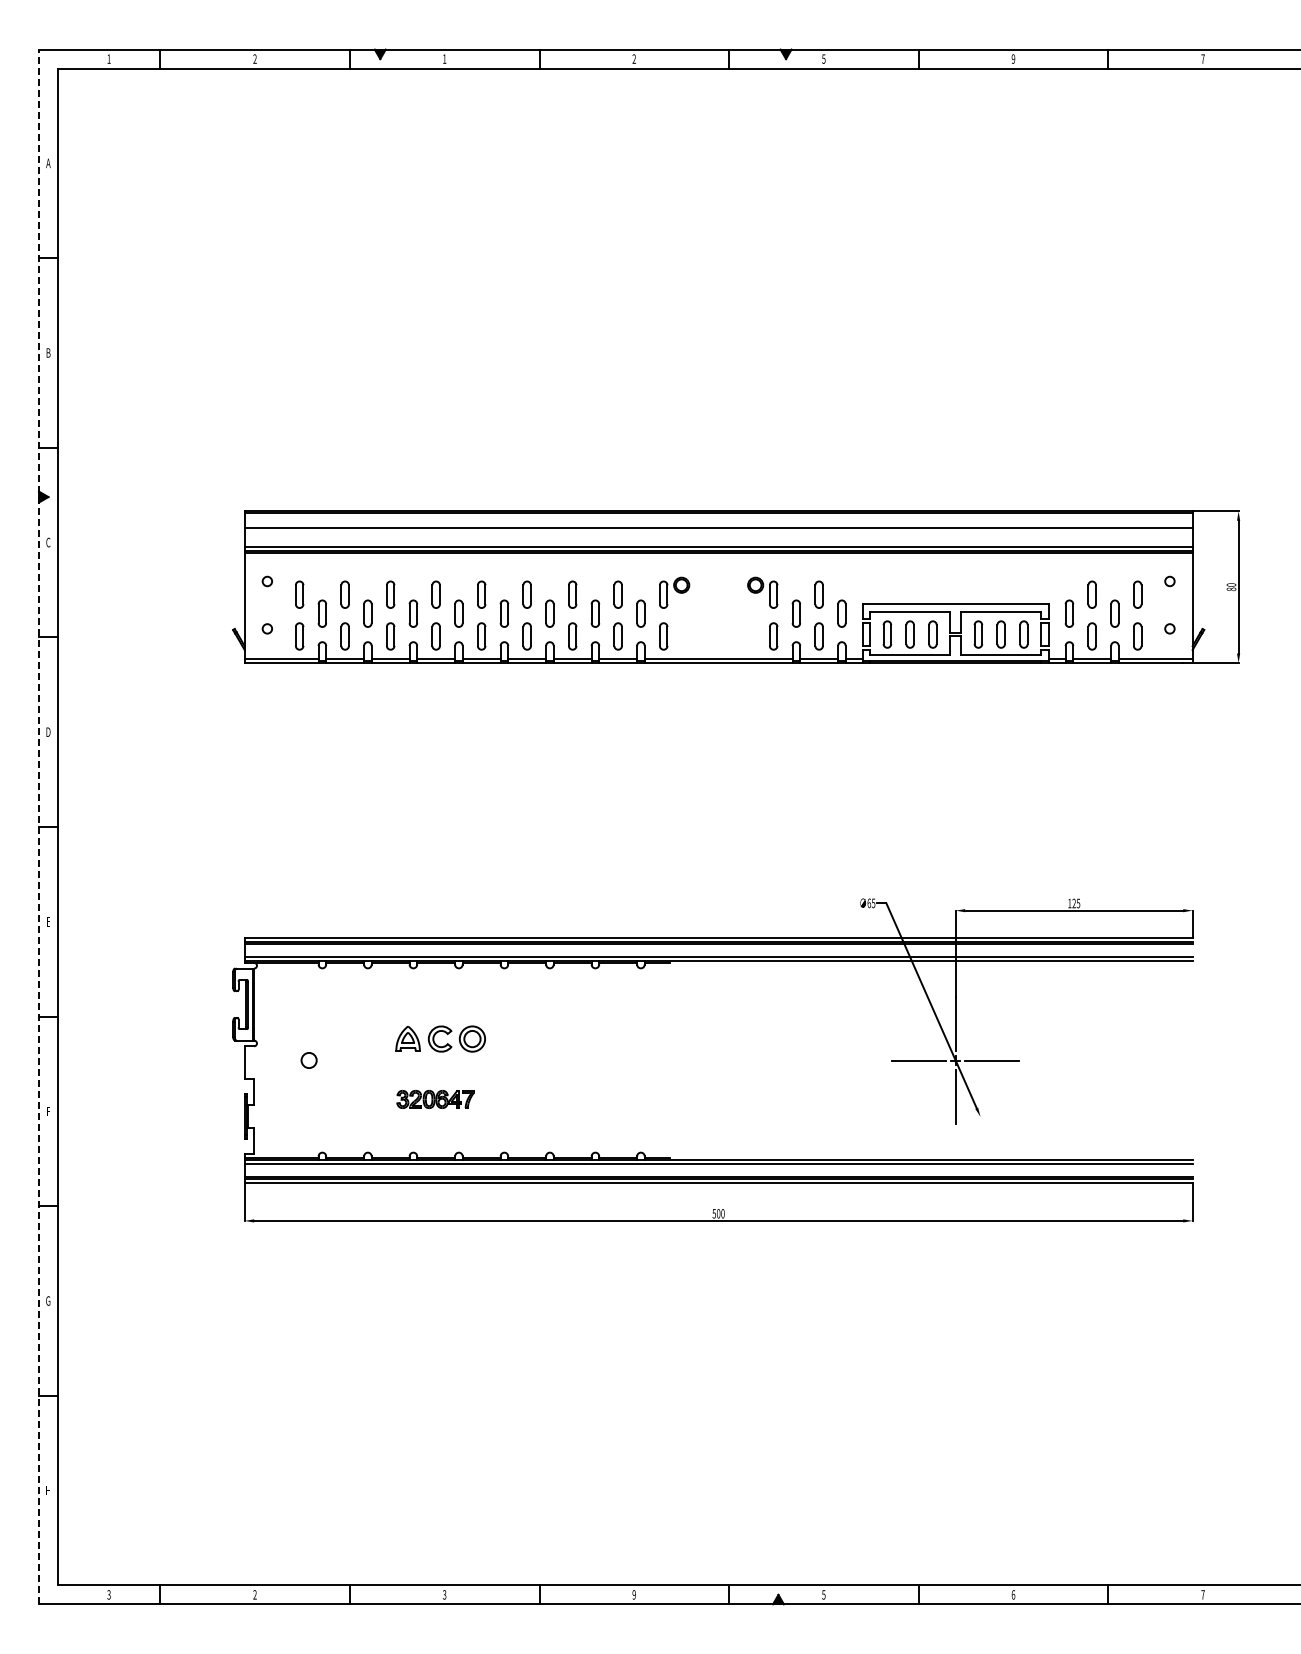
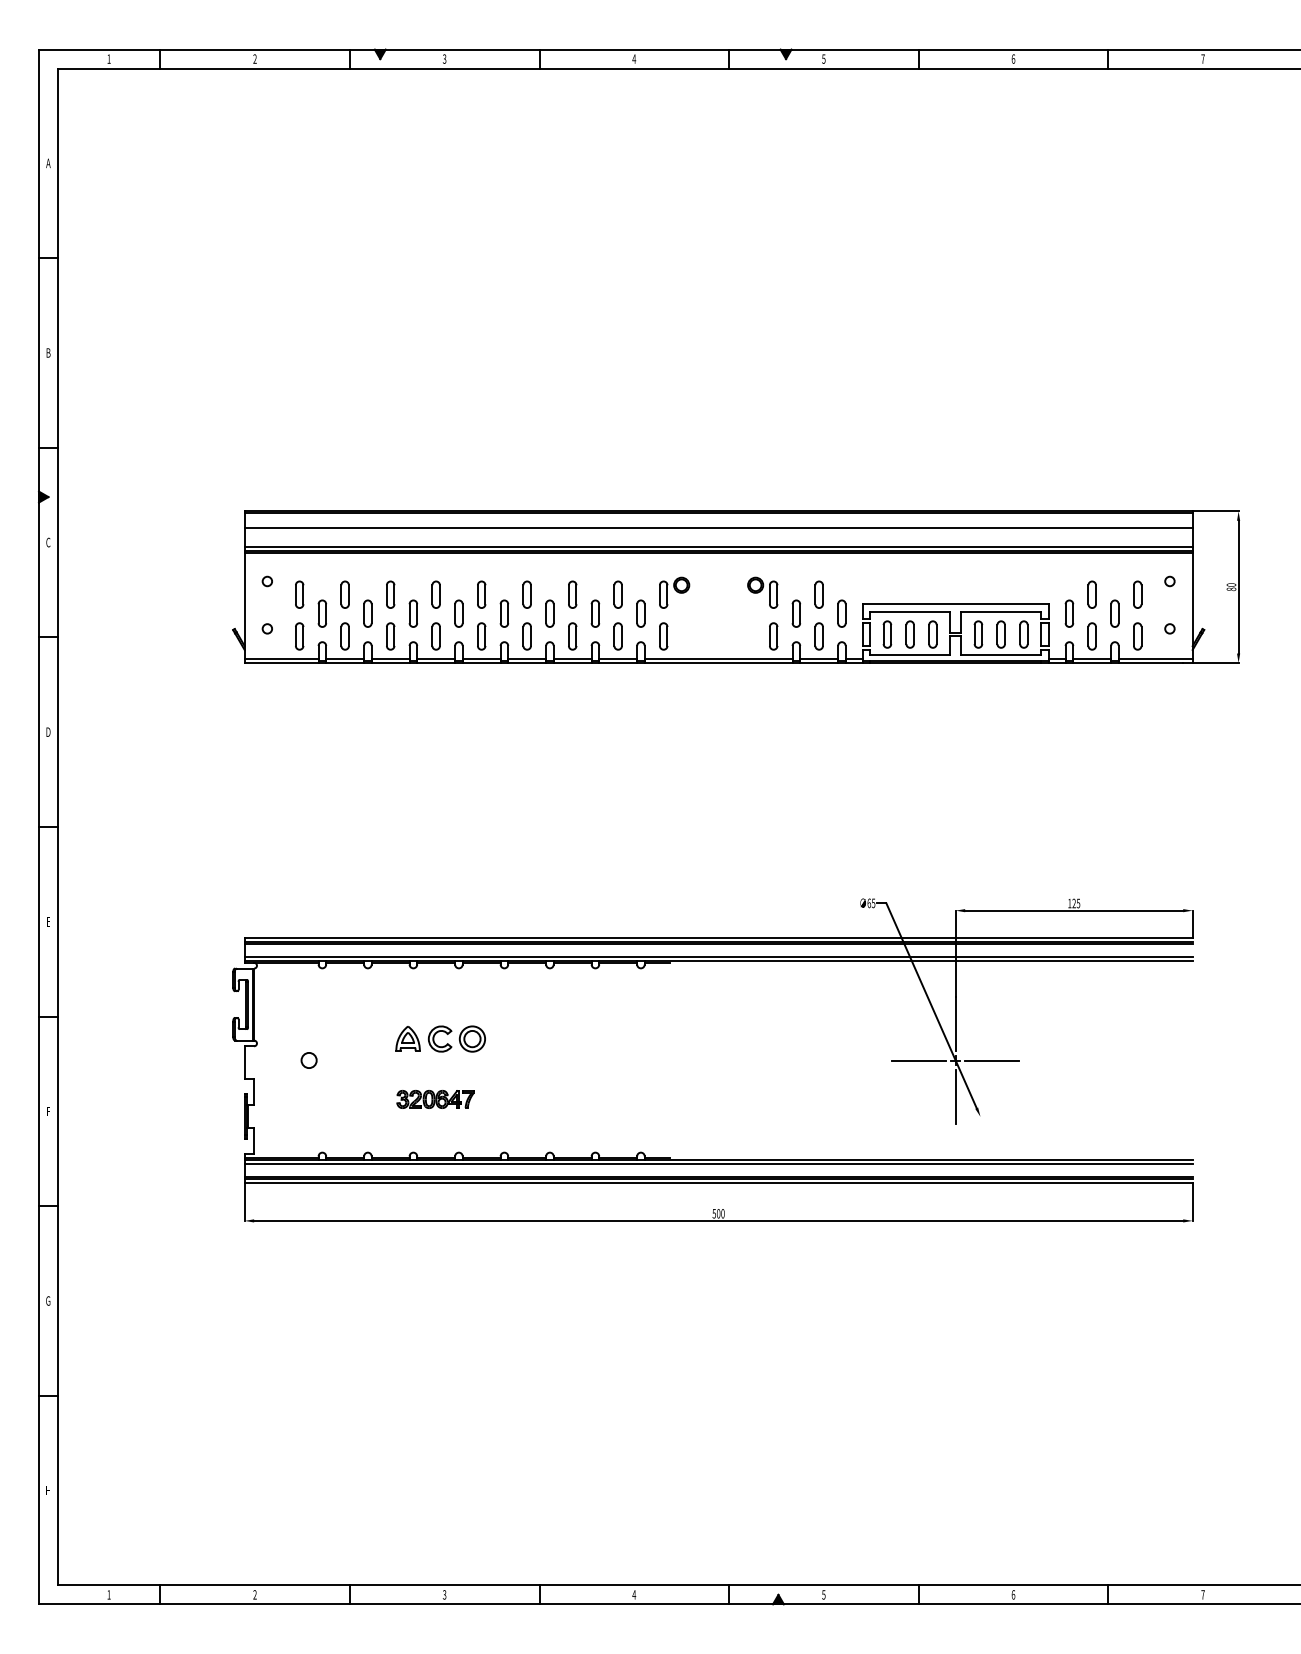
text at (444, 58): 1 -> 3
text at (634, 58): 2 -> 4
text at (1013, 58): 9 -> 6
line at (39, 826): dashed -> solid
text at (108, 1594): 3 -> 1
text at (634, 1594): 9 -> 4
